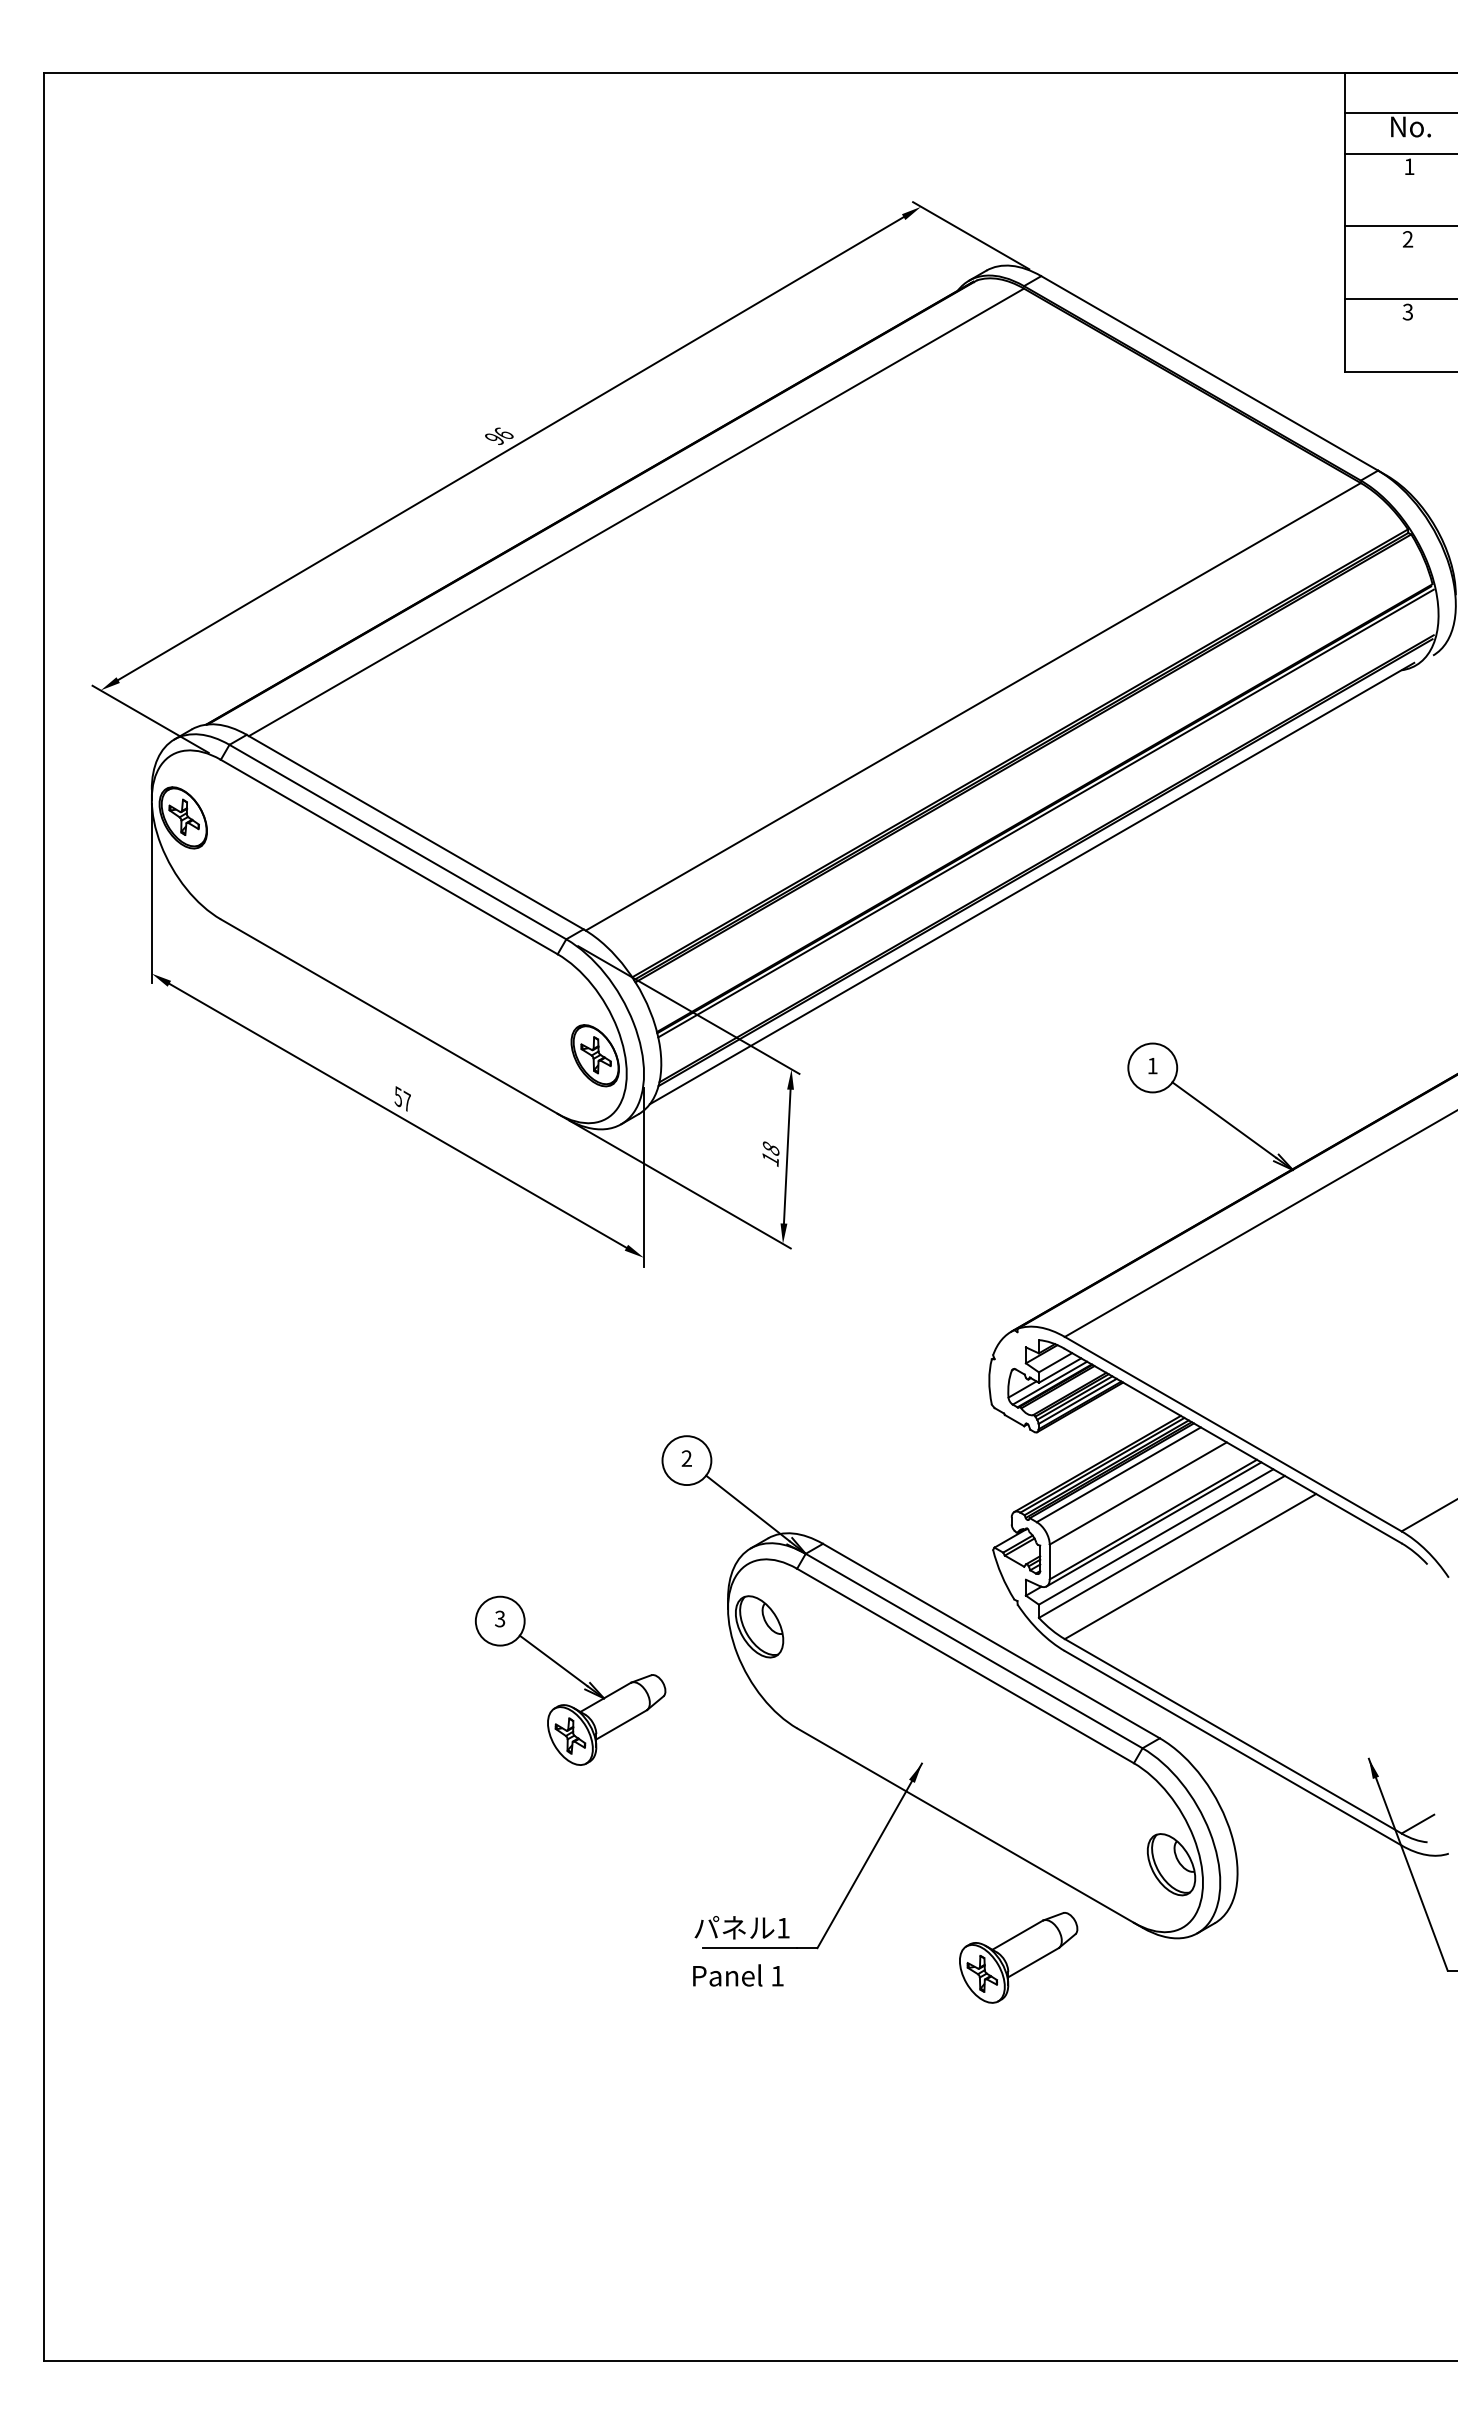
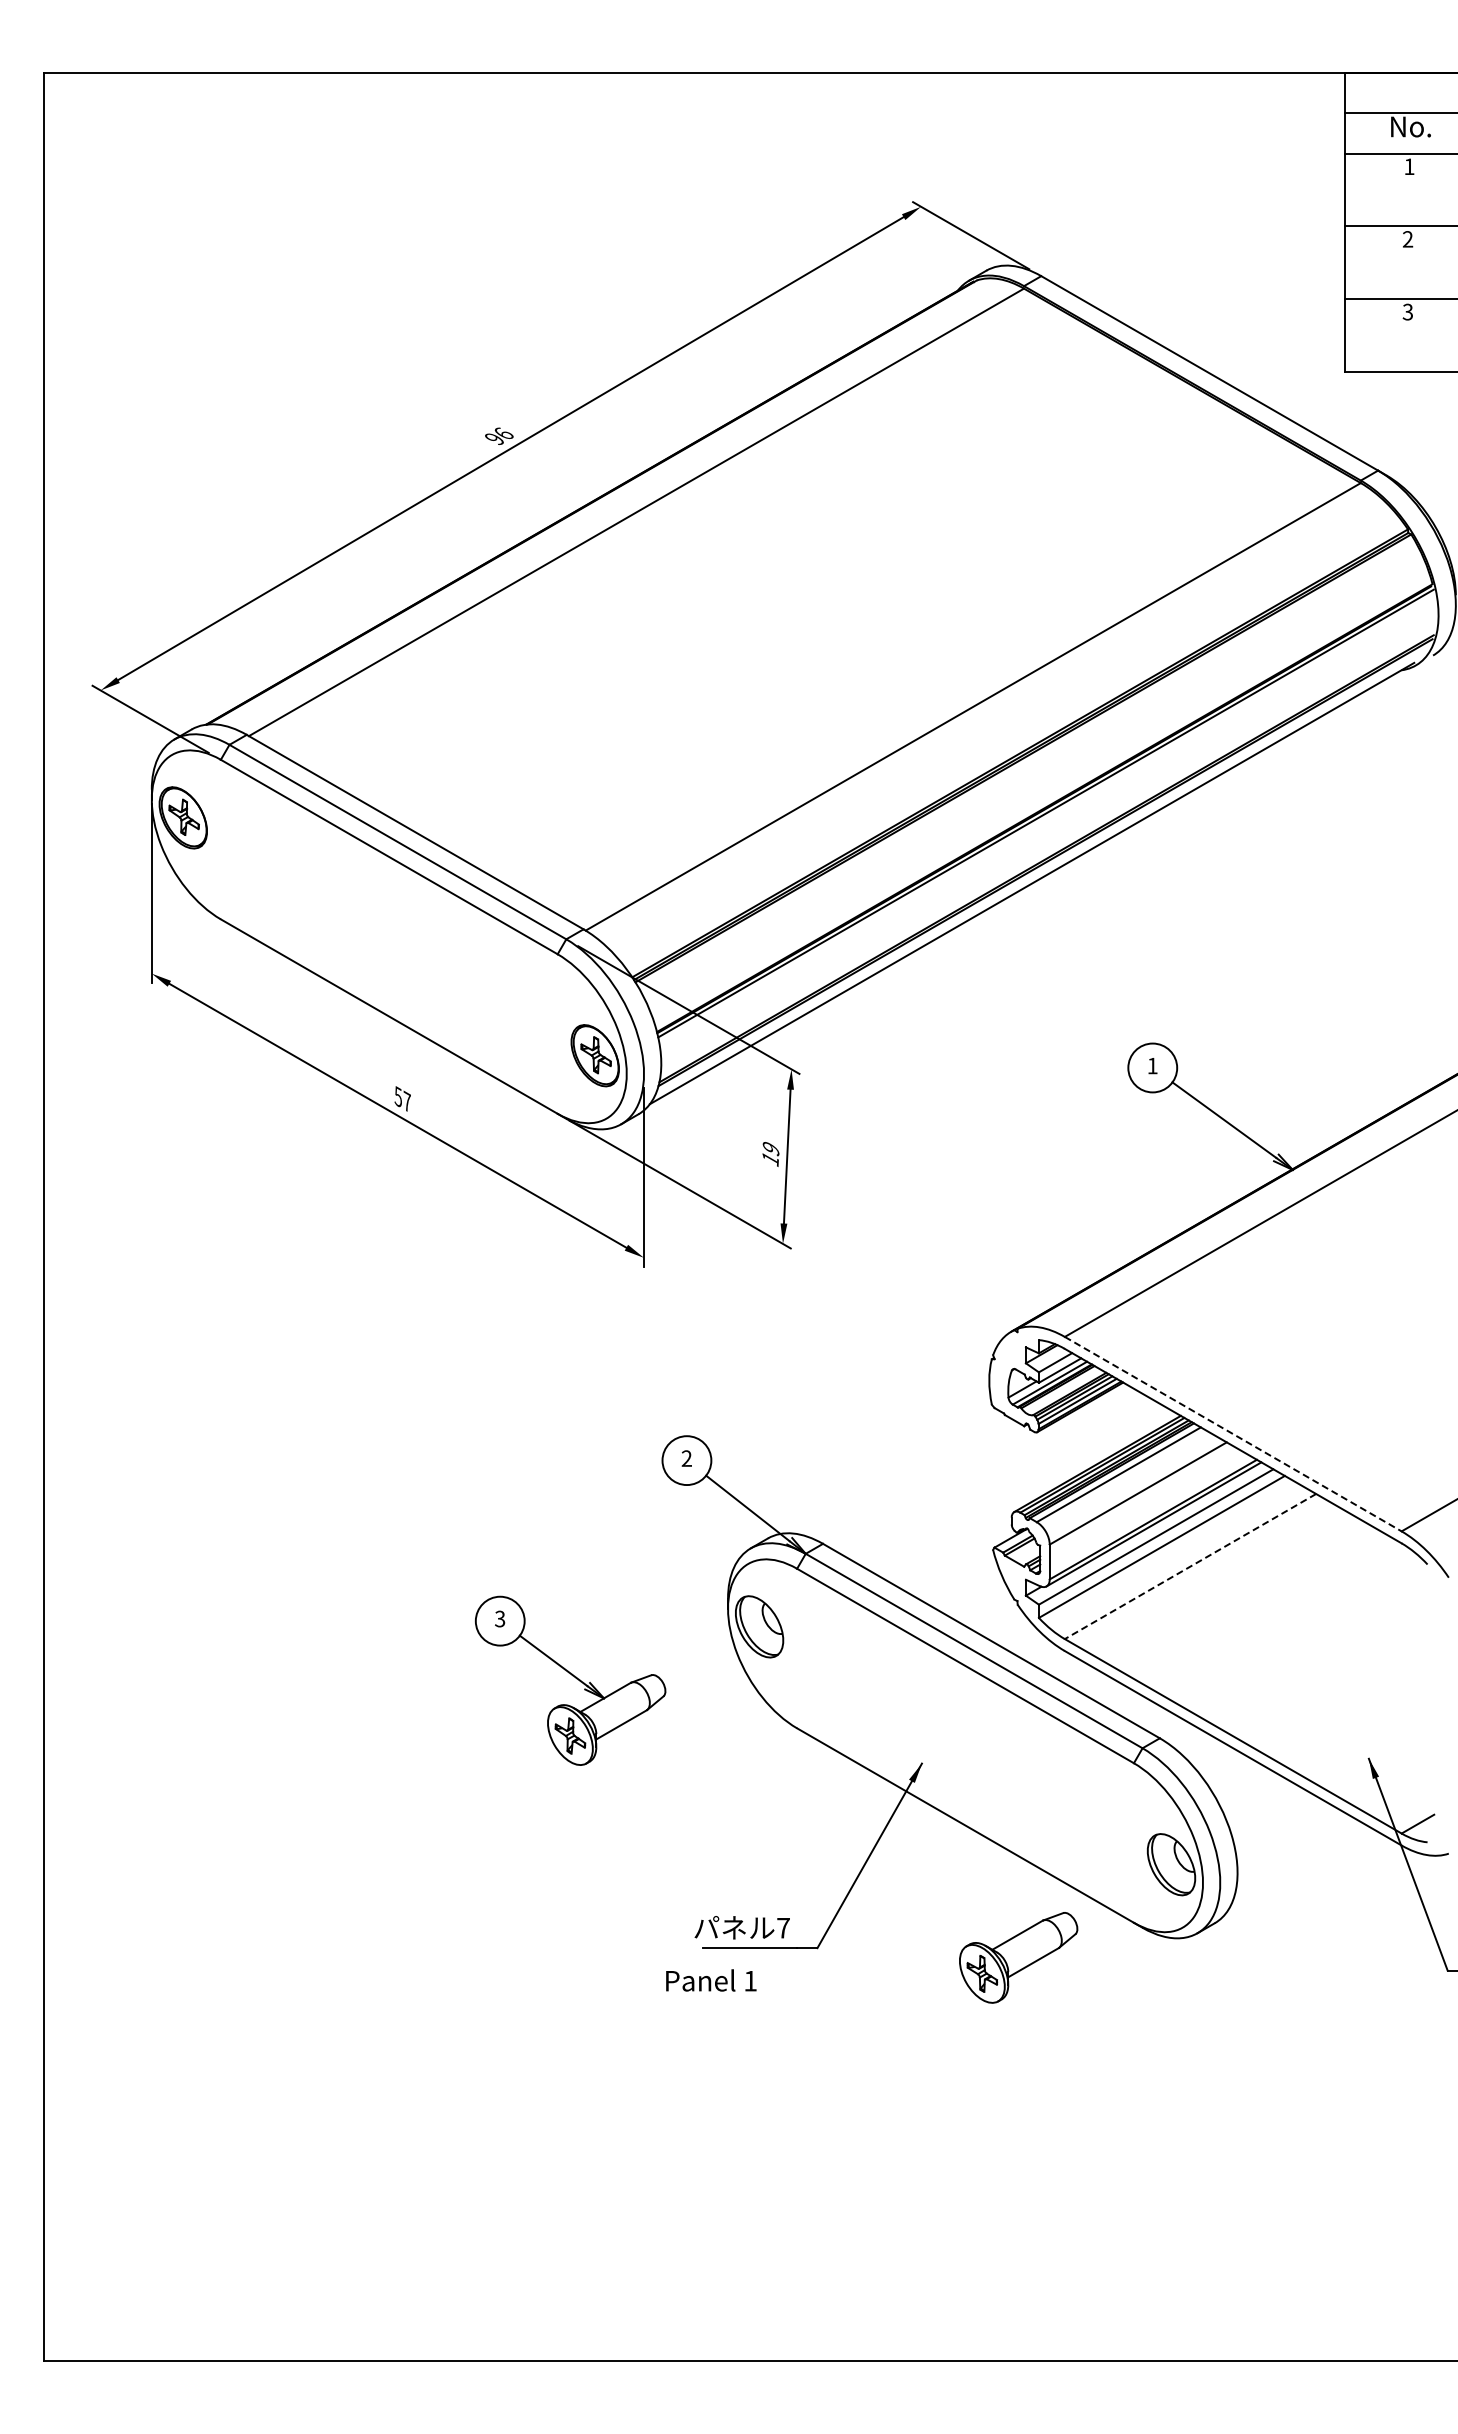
text at (770, 1148): 18 -> 19
line at (1233, 1434): solid -> dashed
line at (1190, 1566): solid -> dashed
text at (783, 1928): 1 -> 7
text at (738, 1975) position: (738, 1975) -> (711, 1980)
